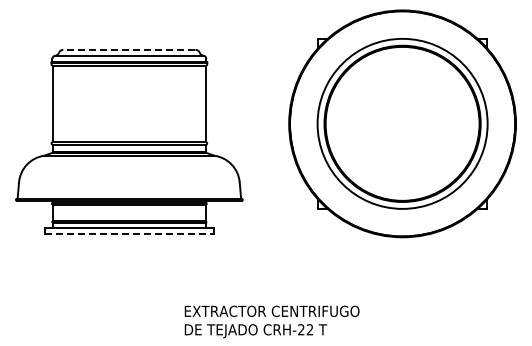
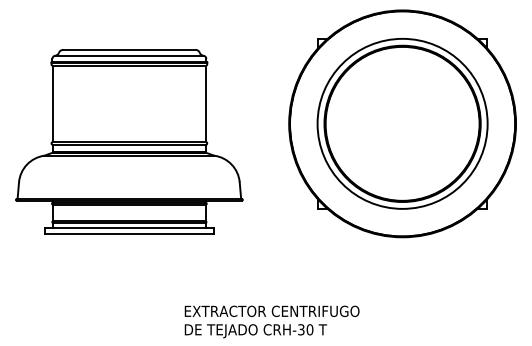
line at (128, 49): dashed -> solid
line at (129, 233): dashed -> solid
text at (305, 329): CRH-22 -> CRH-30
